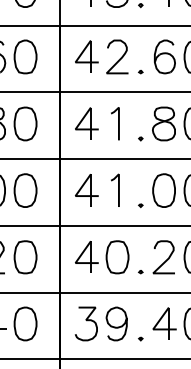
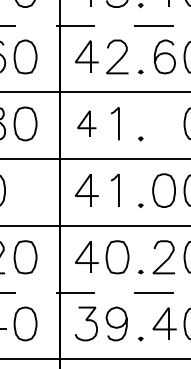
line at (95, 25): solid -> dashed
part at (86, 123) size: 24x33 px -> 20x27 px
part at (163, 123): present -> none
part at (25, 190): present -> none
line at (95, 292): solid -> dashed
